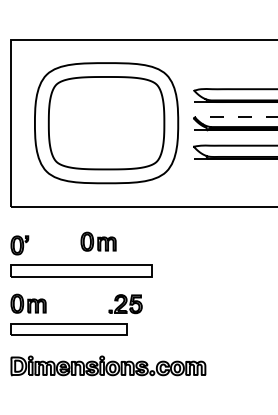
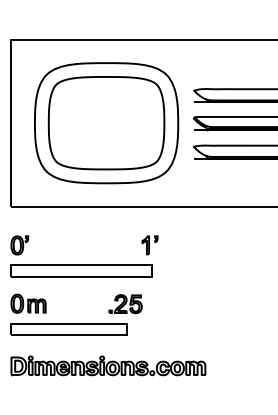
line at (235, 117): dashed -> solid
part at (98, 241): present -> none
part at (149, 245): none -> present
